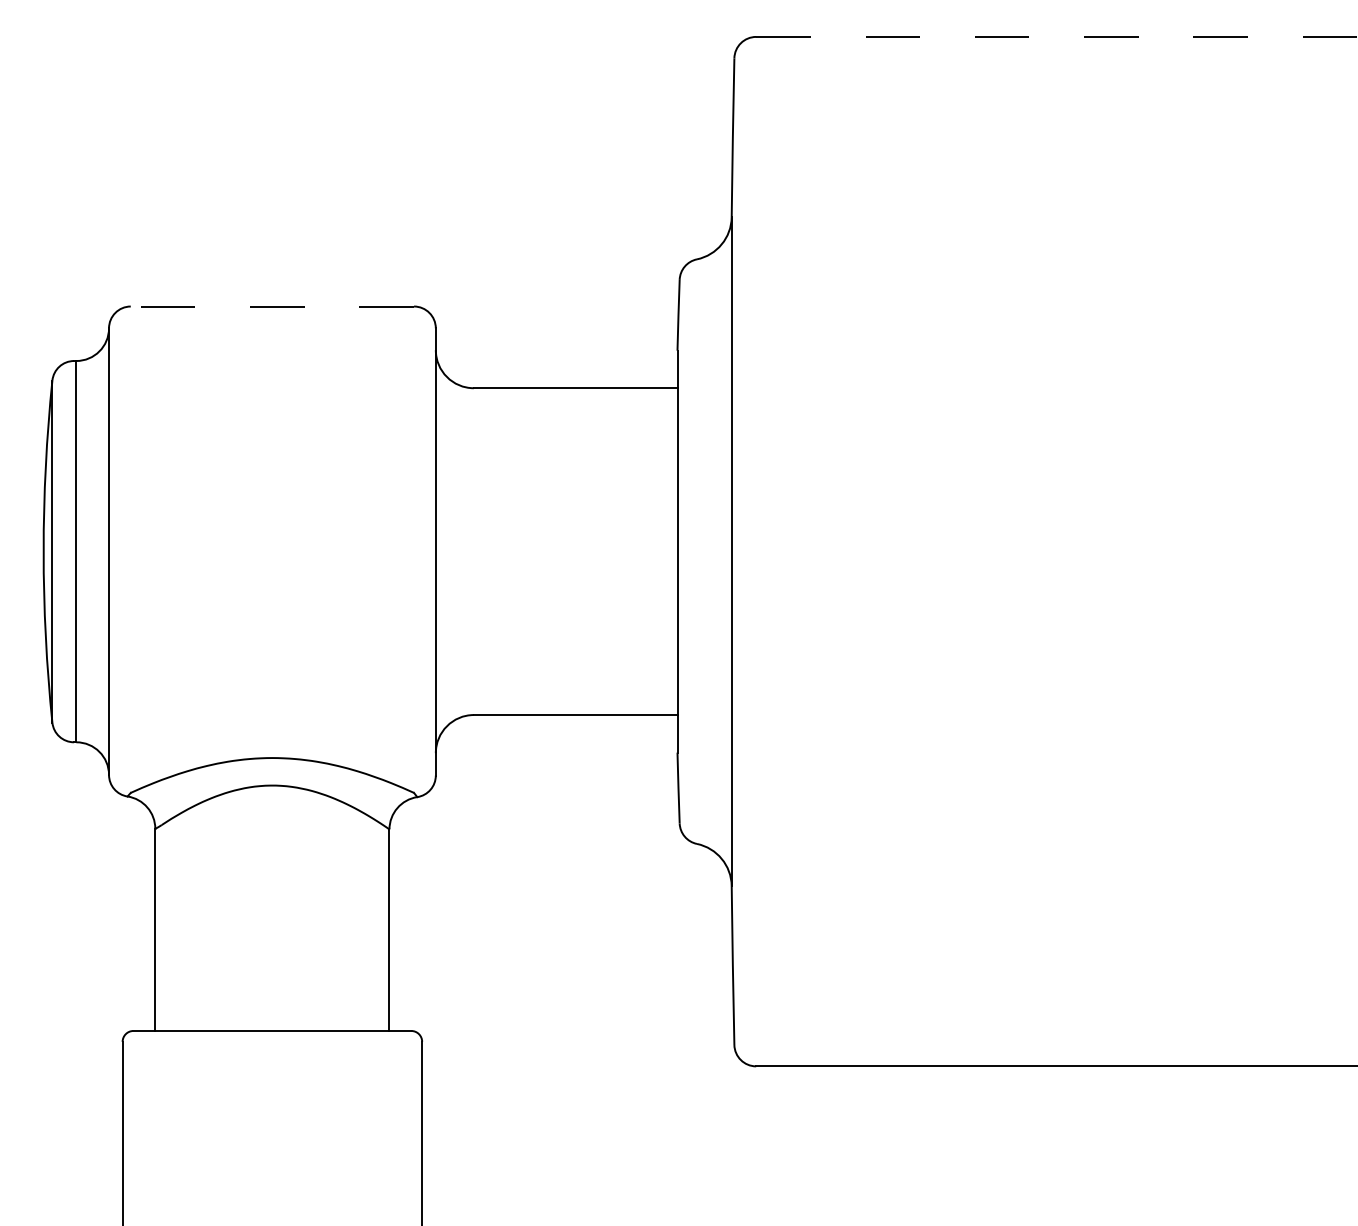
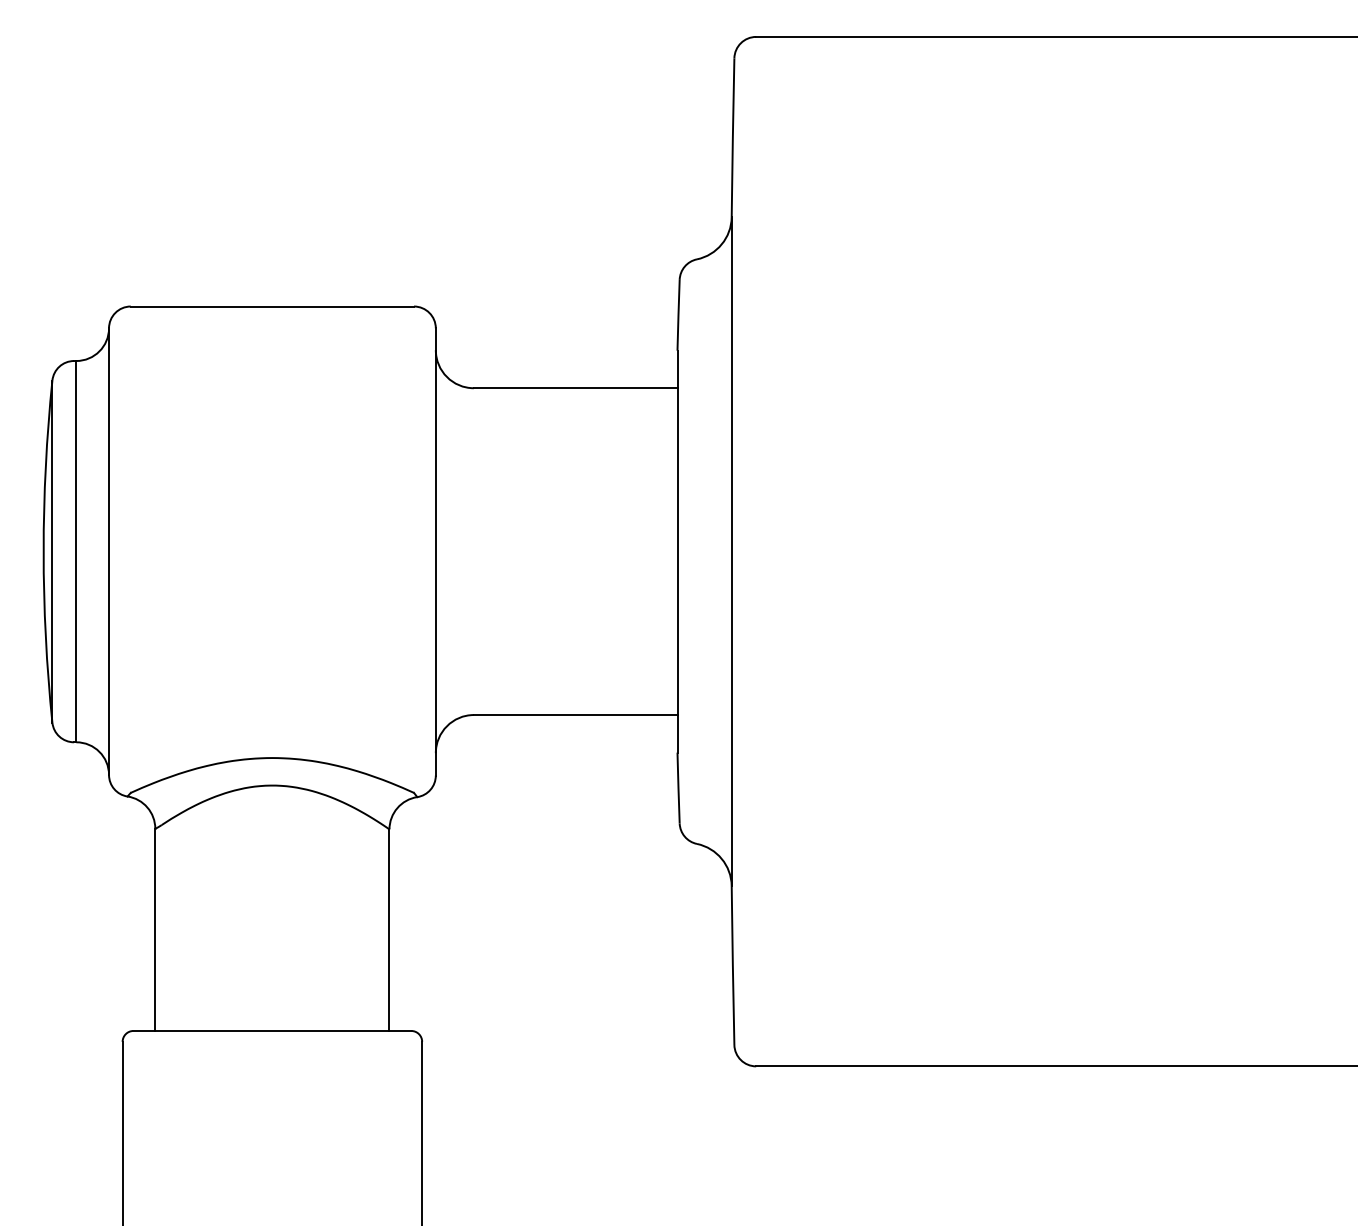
line at (1057, 36): dashed -> solid
line at (272, 306): dashed -> solid
